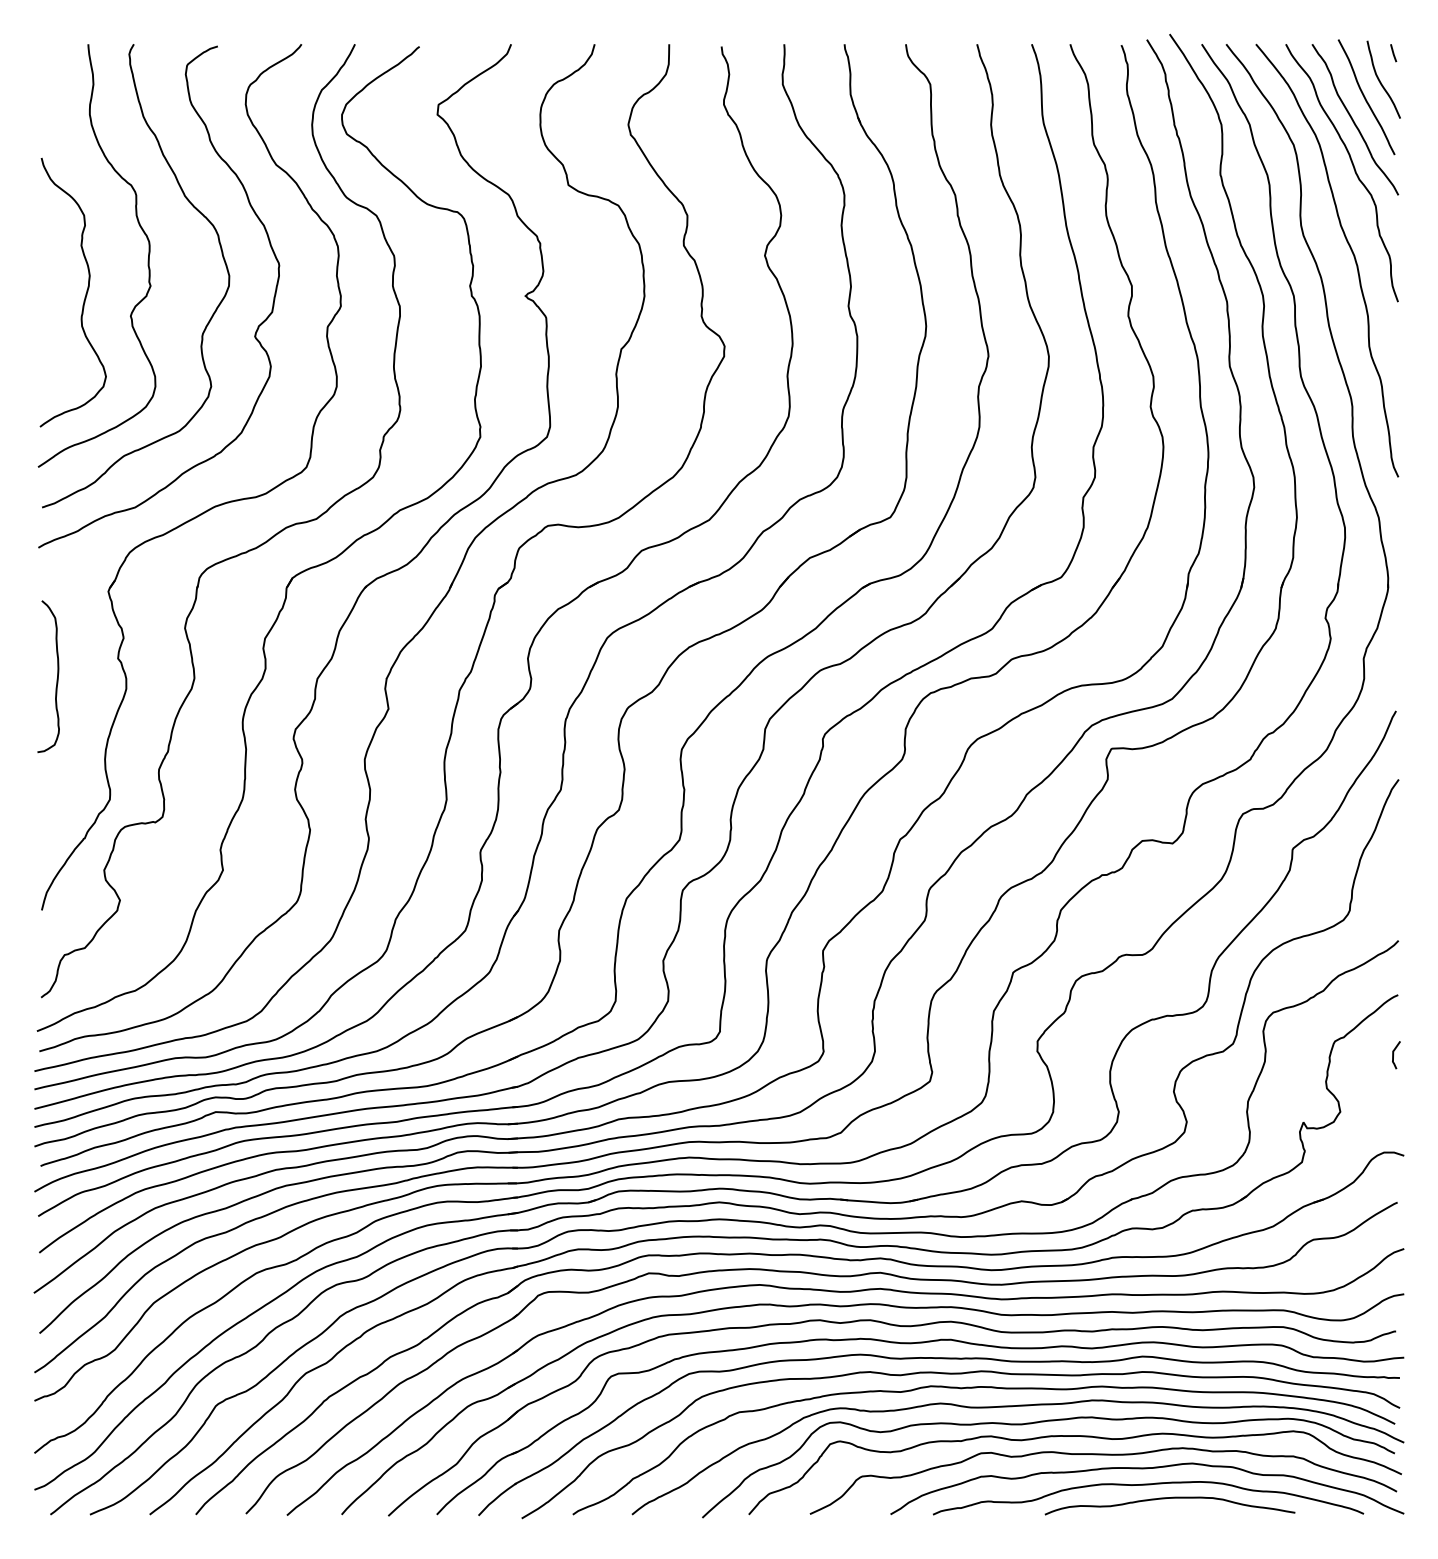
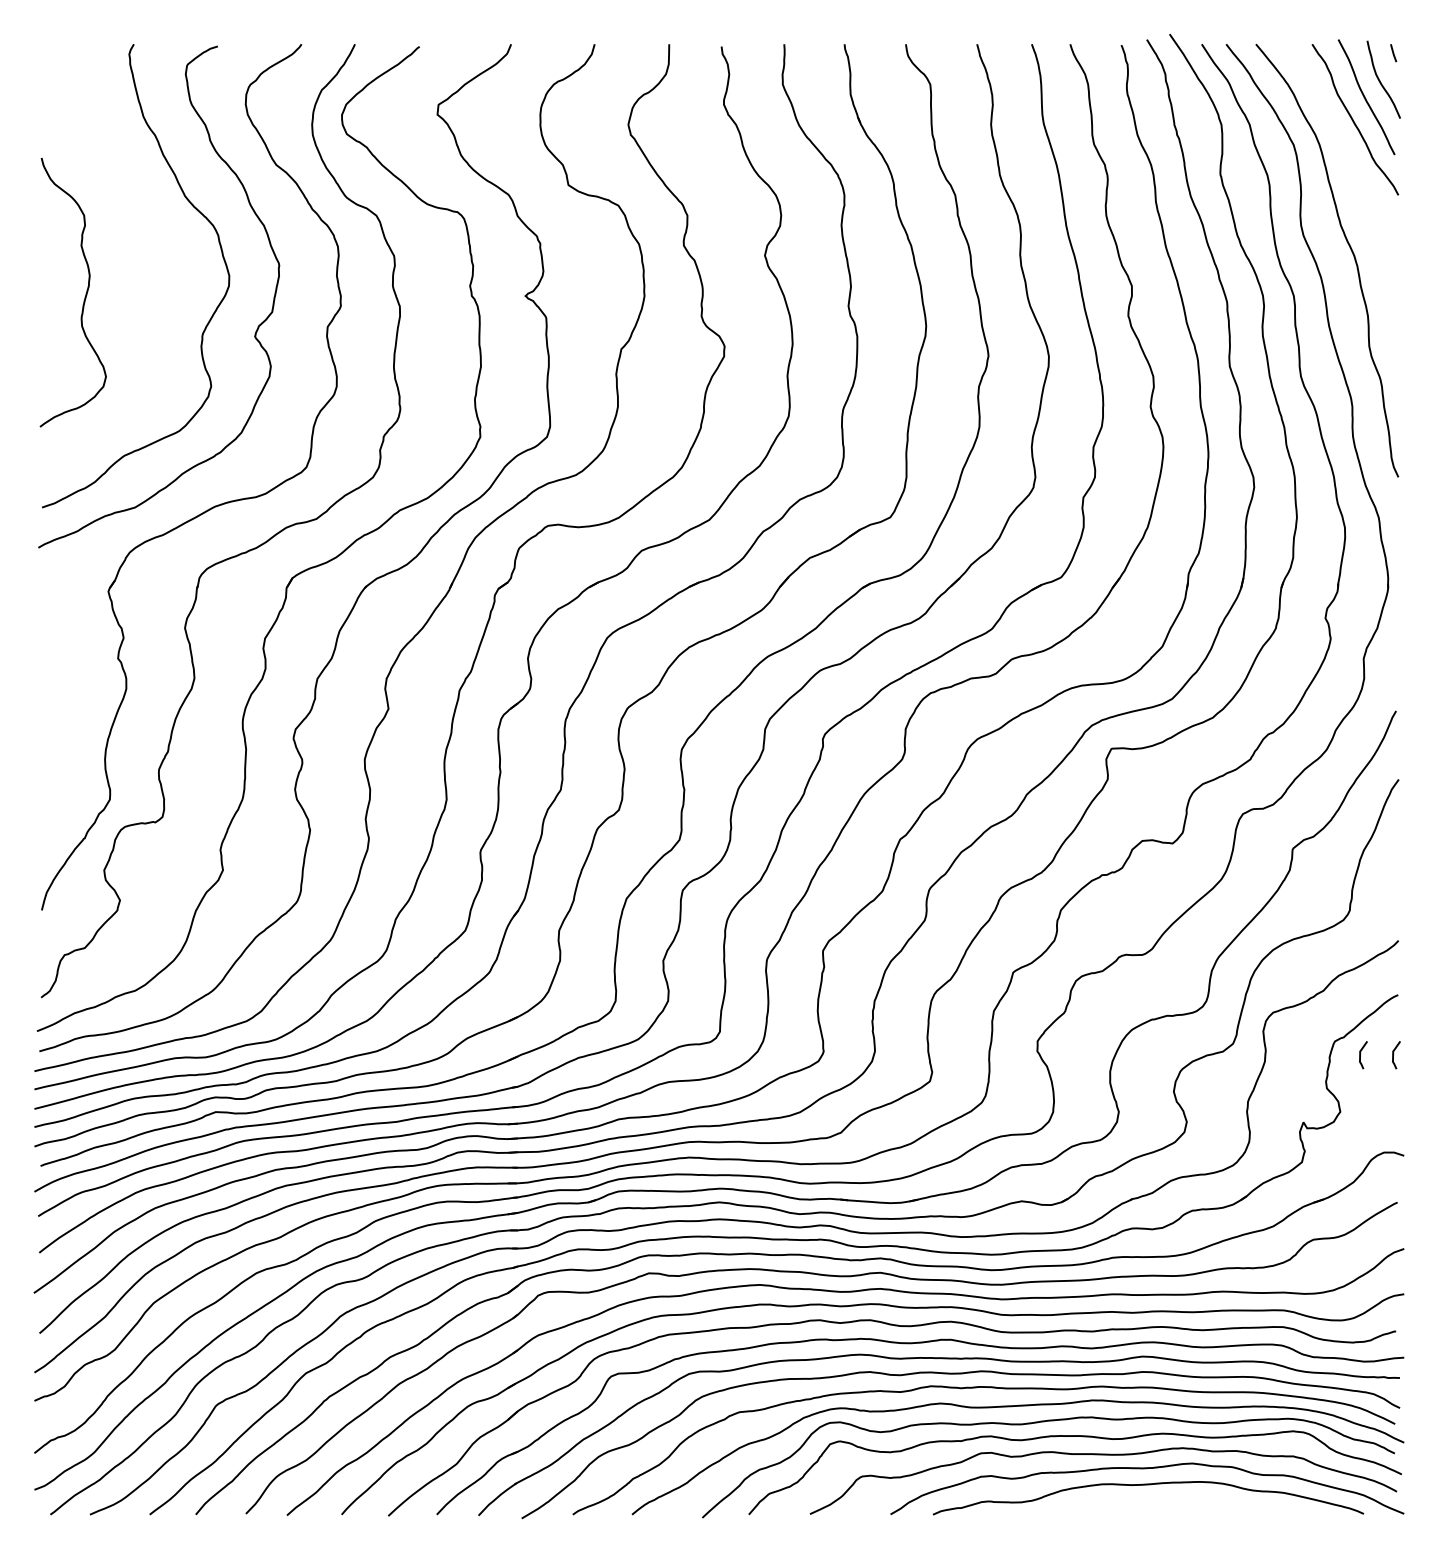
curve at (1353, 169): present -> none
curve at (147, 259): present -> none
curve at (56, 679): present -> none
curve at (1361, 1053): none -> present
curve at (1169, 1498): present -> none
